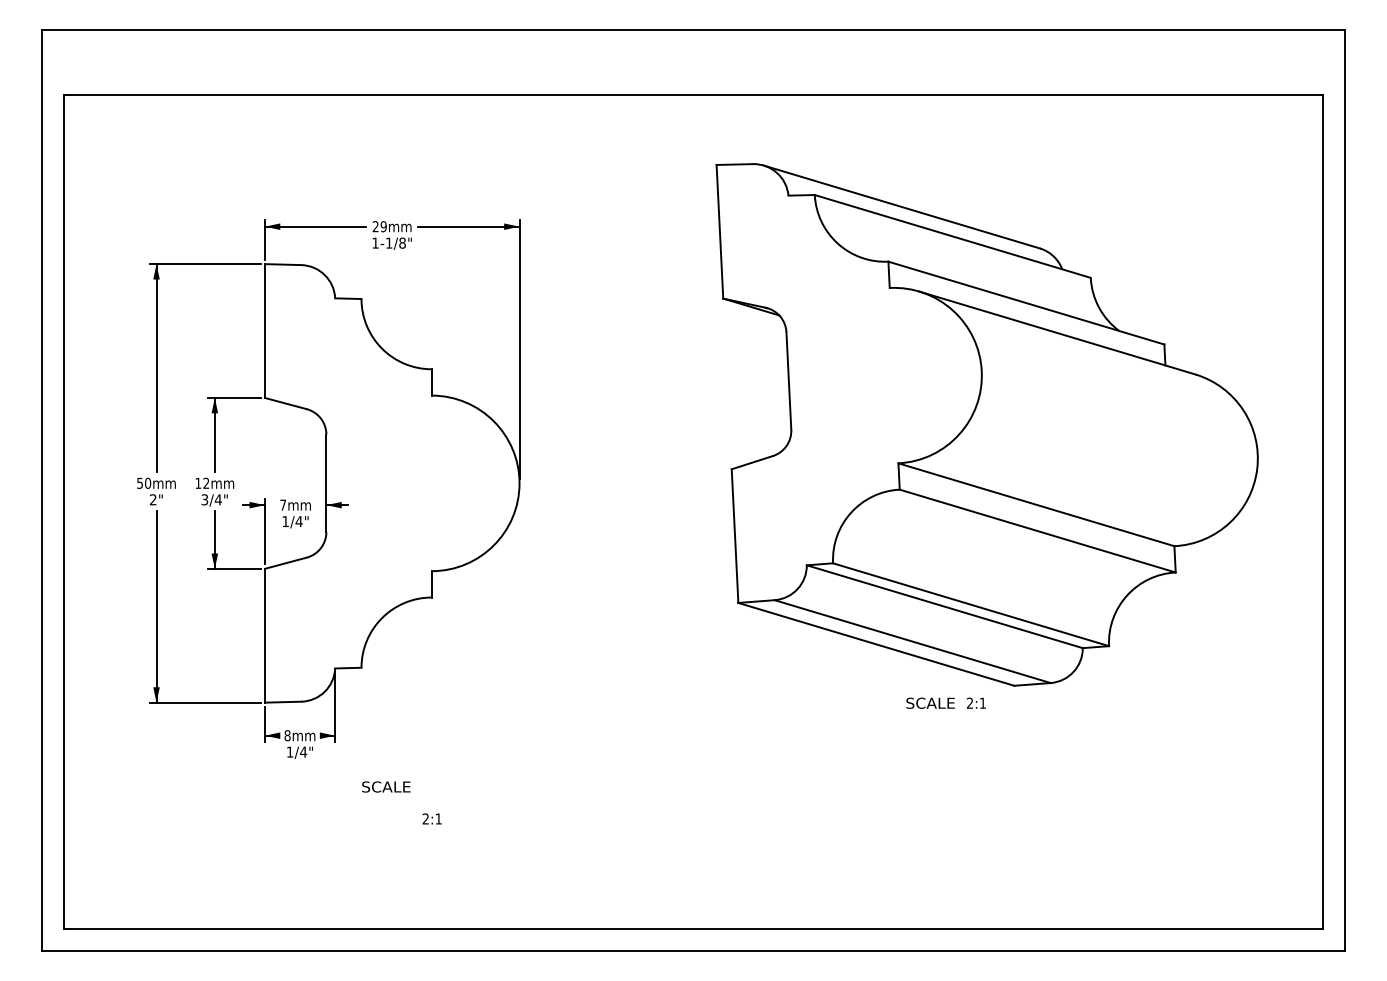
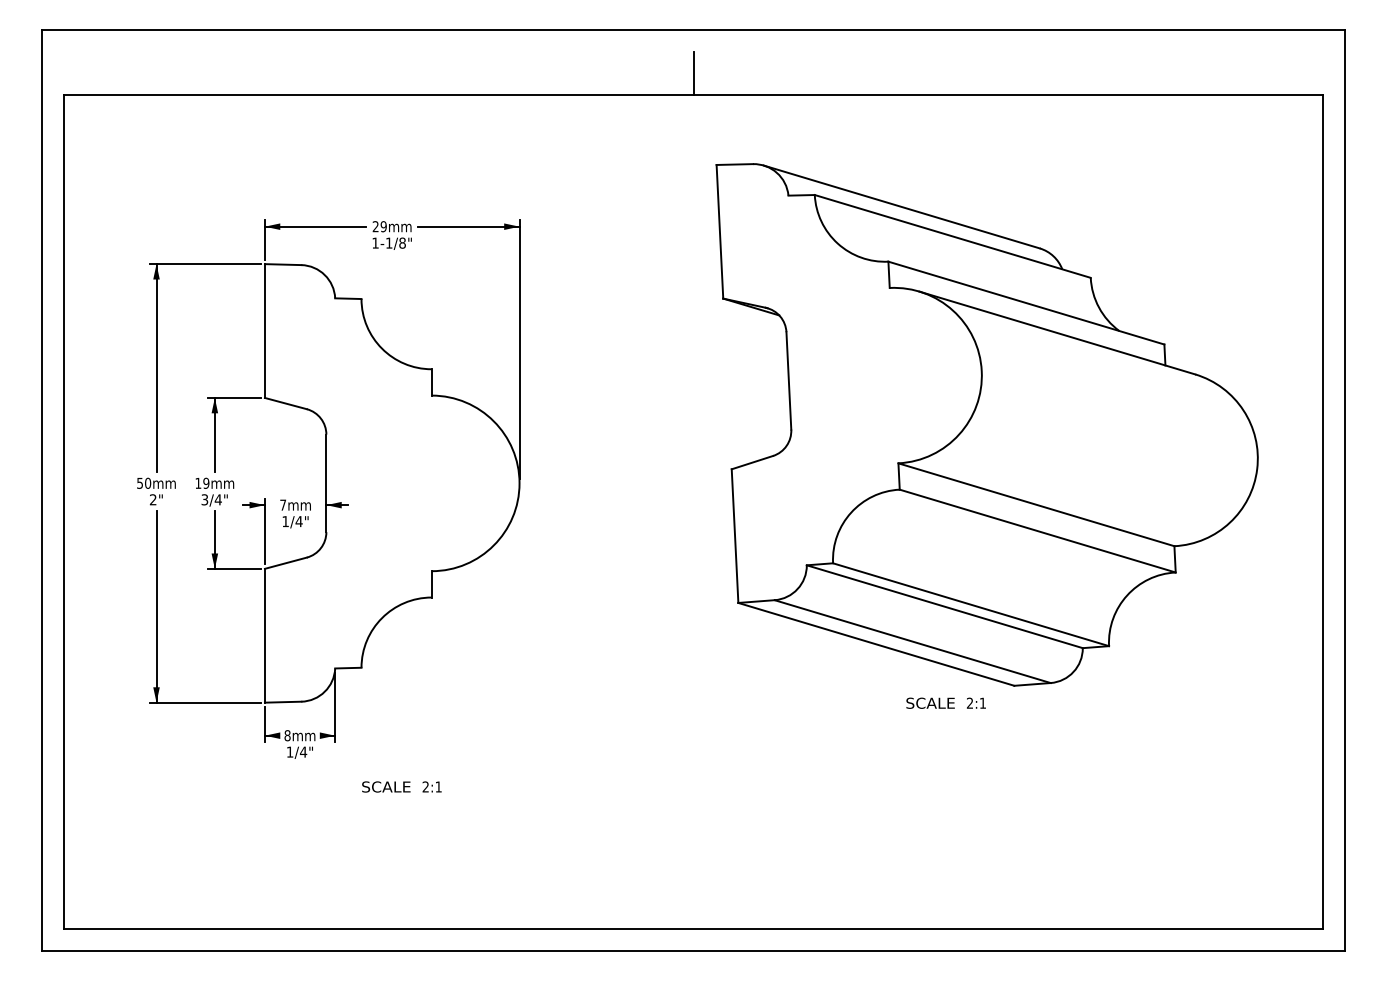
line at (693, 73): none -> present
text at (206, 483): 12 -> 19
text at (431, 818) position: (431, 818) -> (431, 786)
